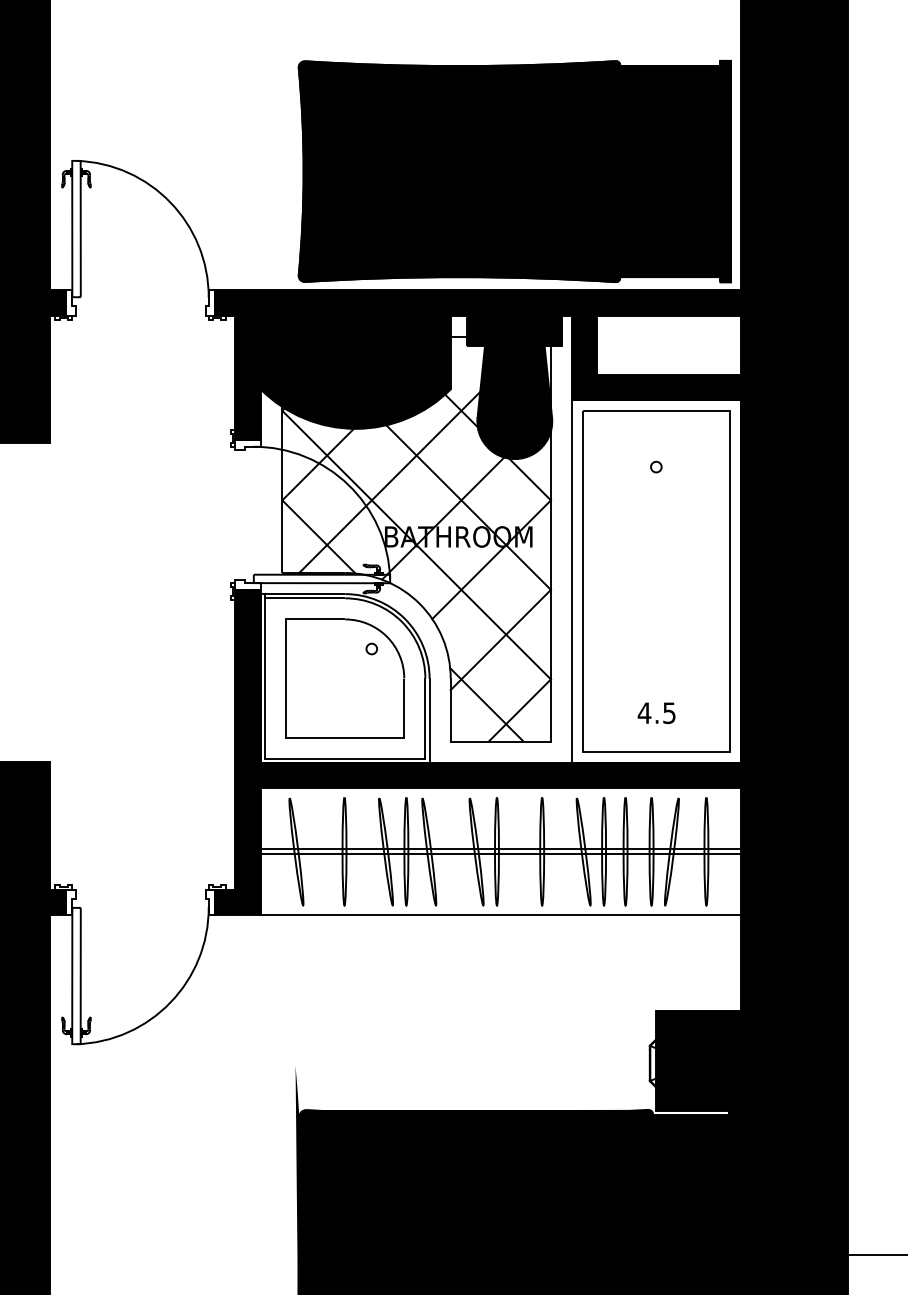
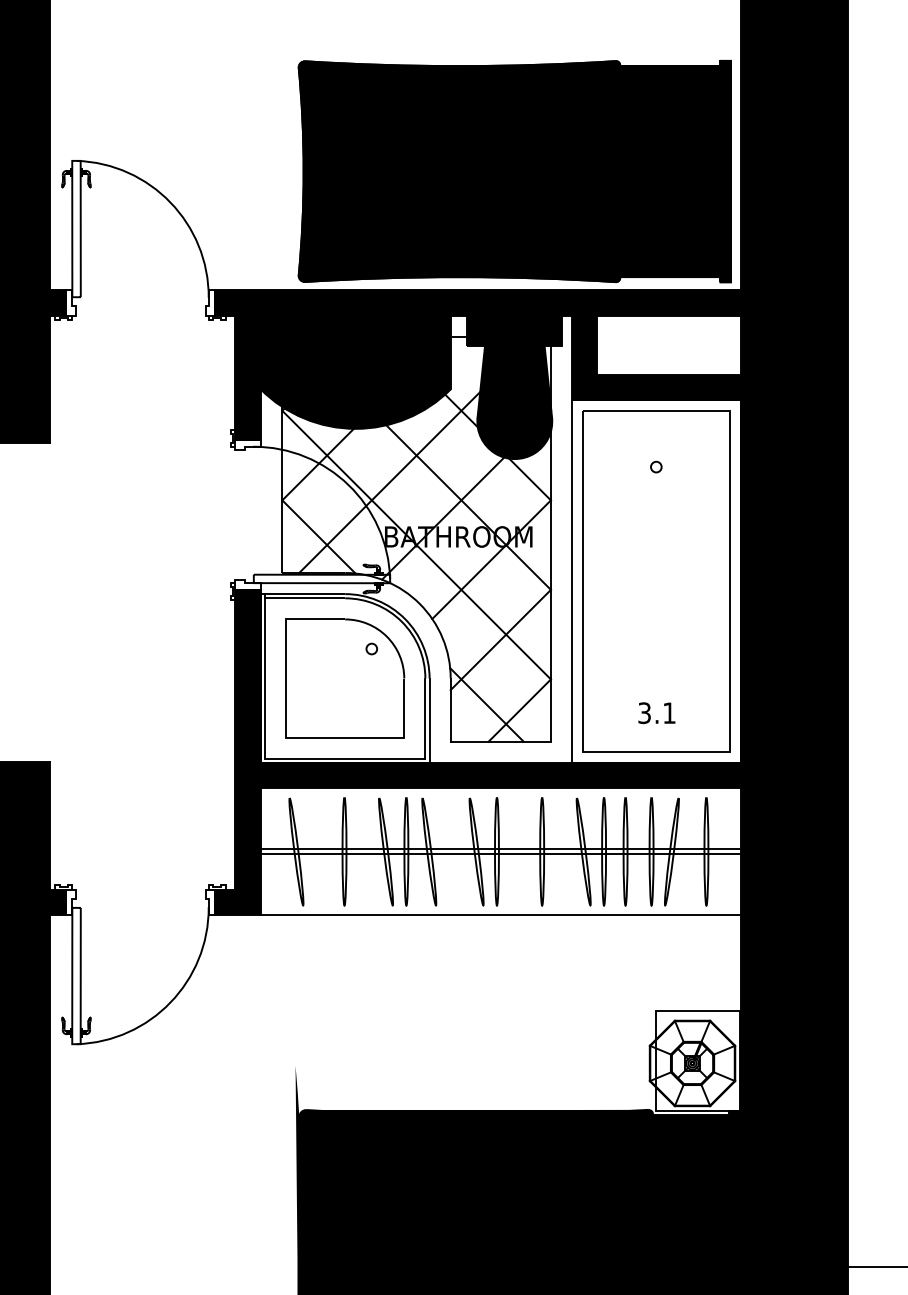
text at (656, 713): 4.5 -> 3.1
fill at (698, 1060): present -> none
line at (876, 1254) position: (876, 1254) -> (876, 1266)
